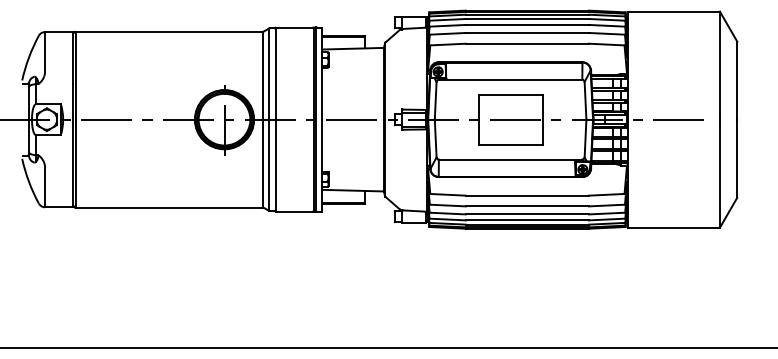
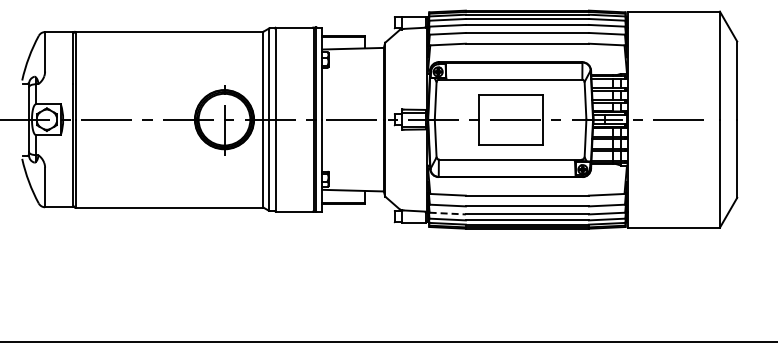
line at (448, 213): solid -> dashed
line at (388, 348) position: (388, 348) -> (388, 342)
